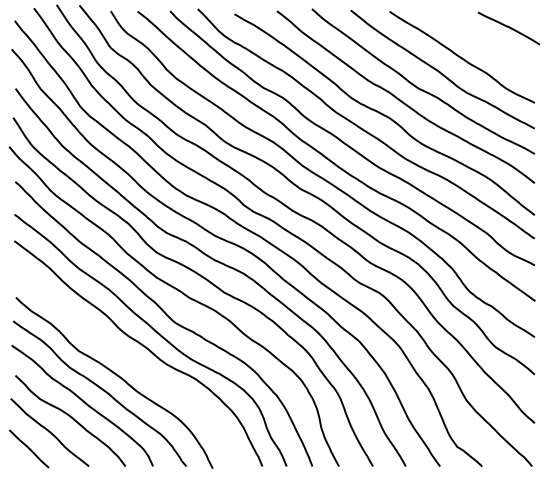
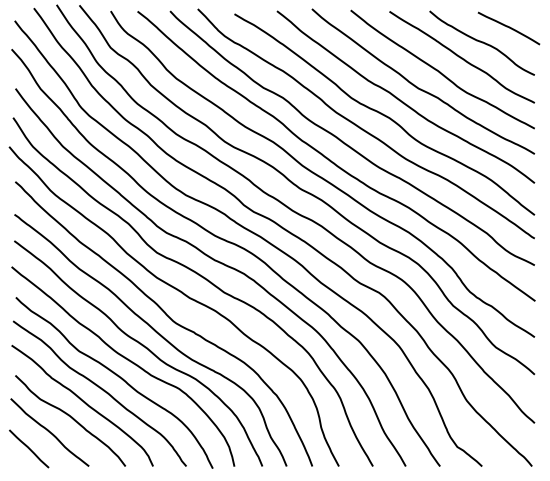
curve at (481, 42): none -> present
curve at (127, 360): none -> present
